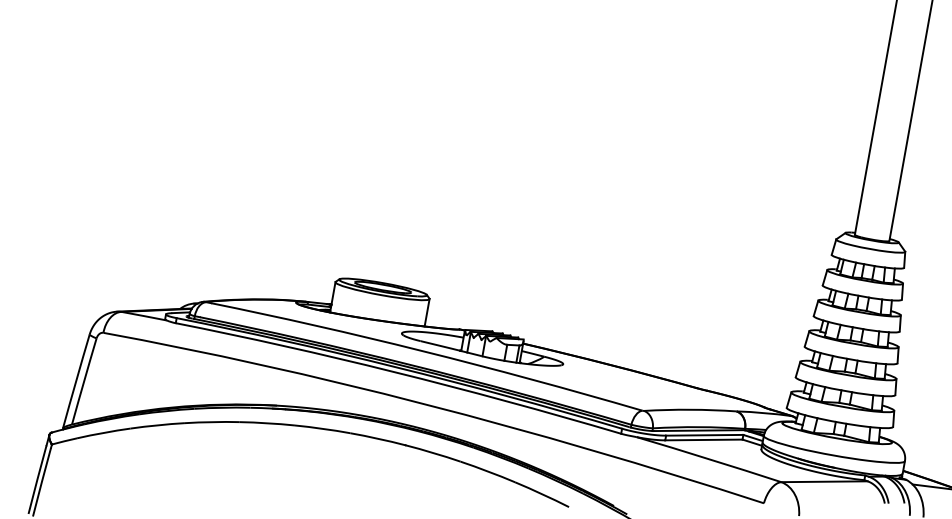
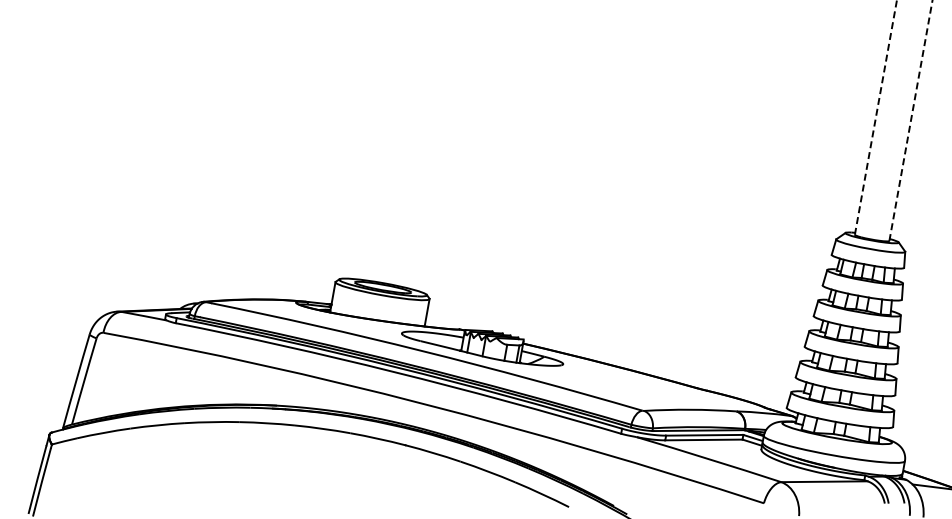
line at (875, 117): solid -> dashed
line at (911, 120): solid -> dashed
